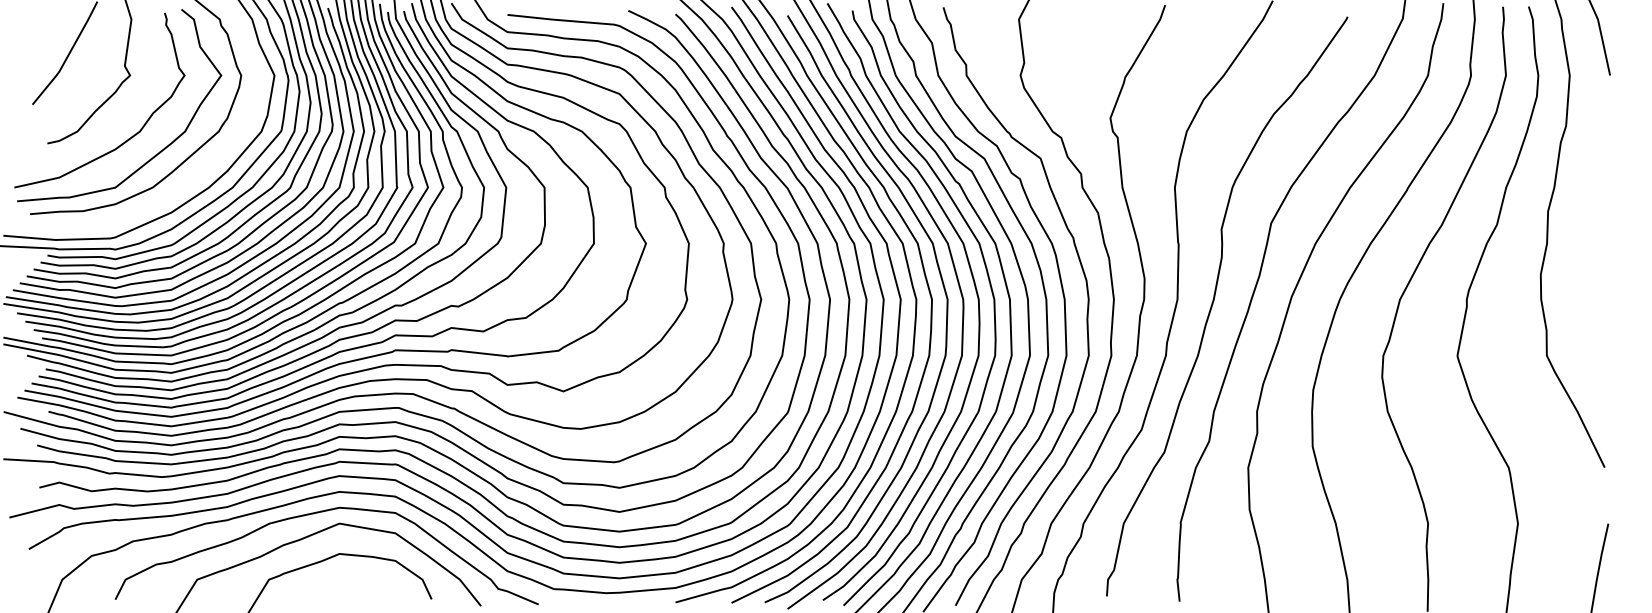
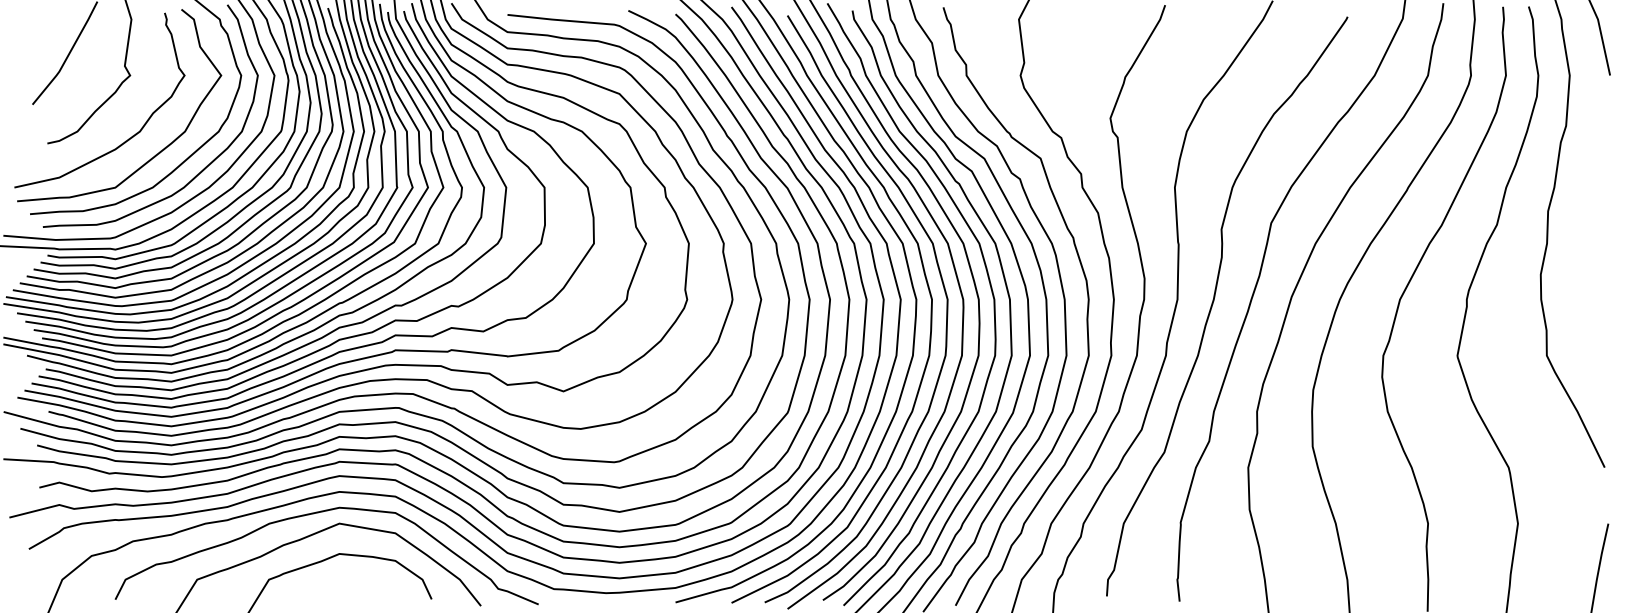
curve at (196, 174): none -> present
